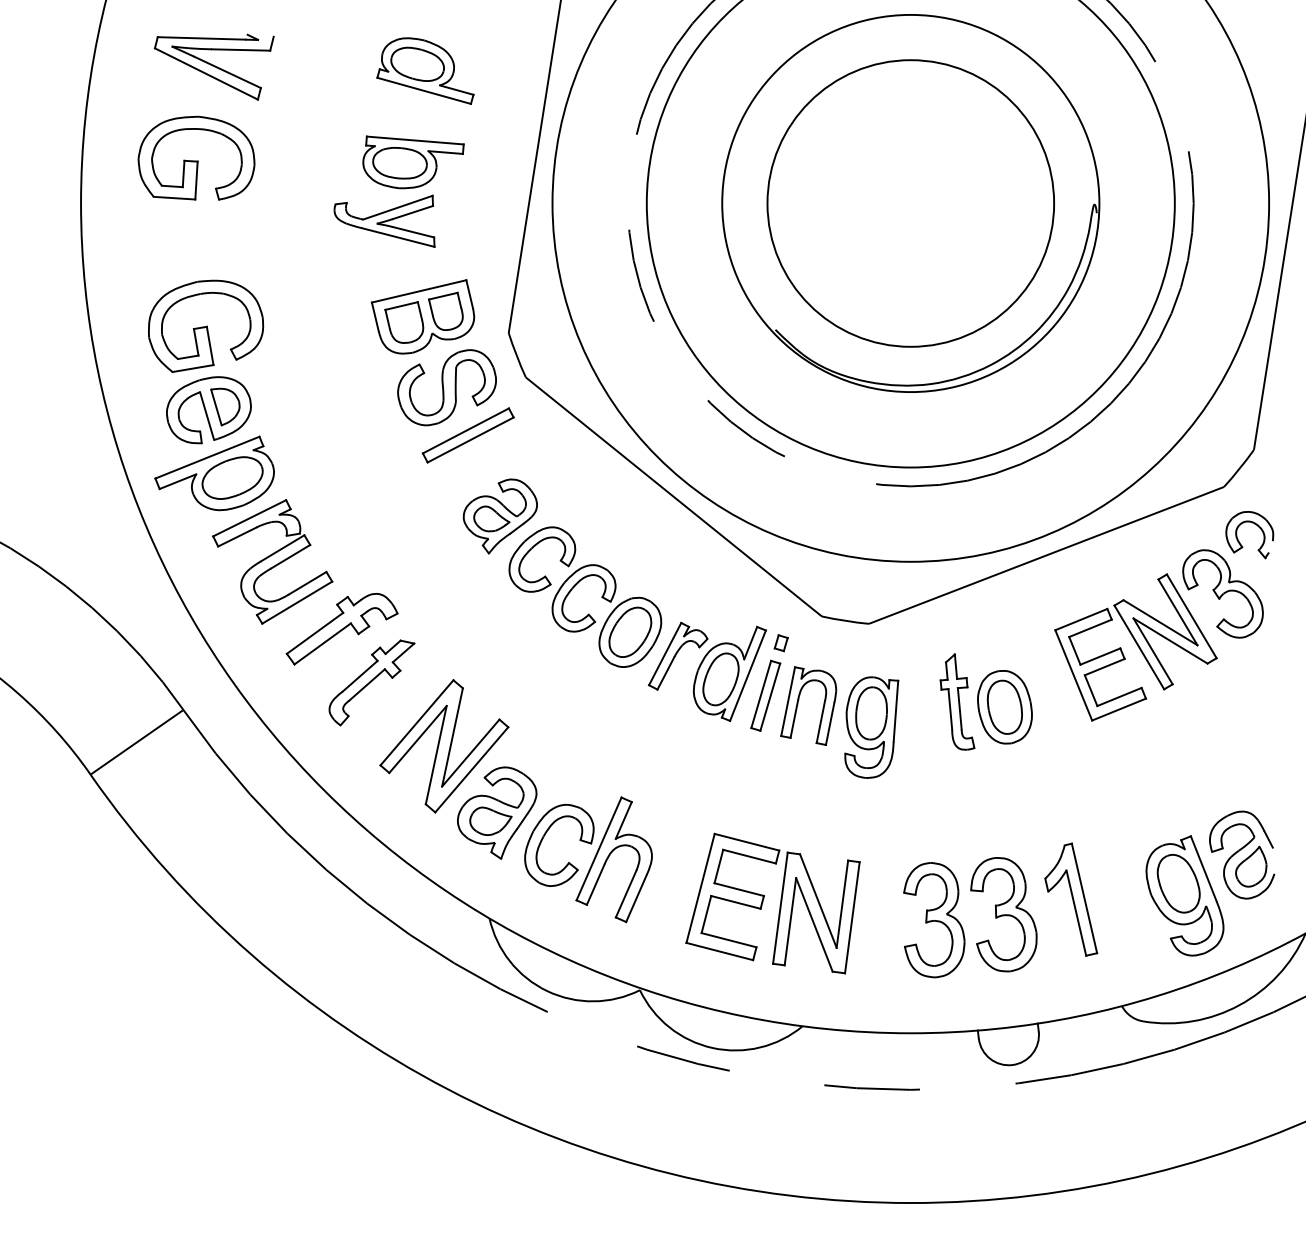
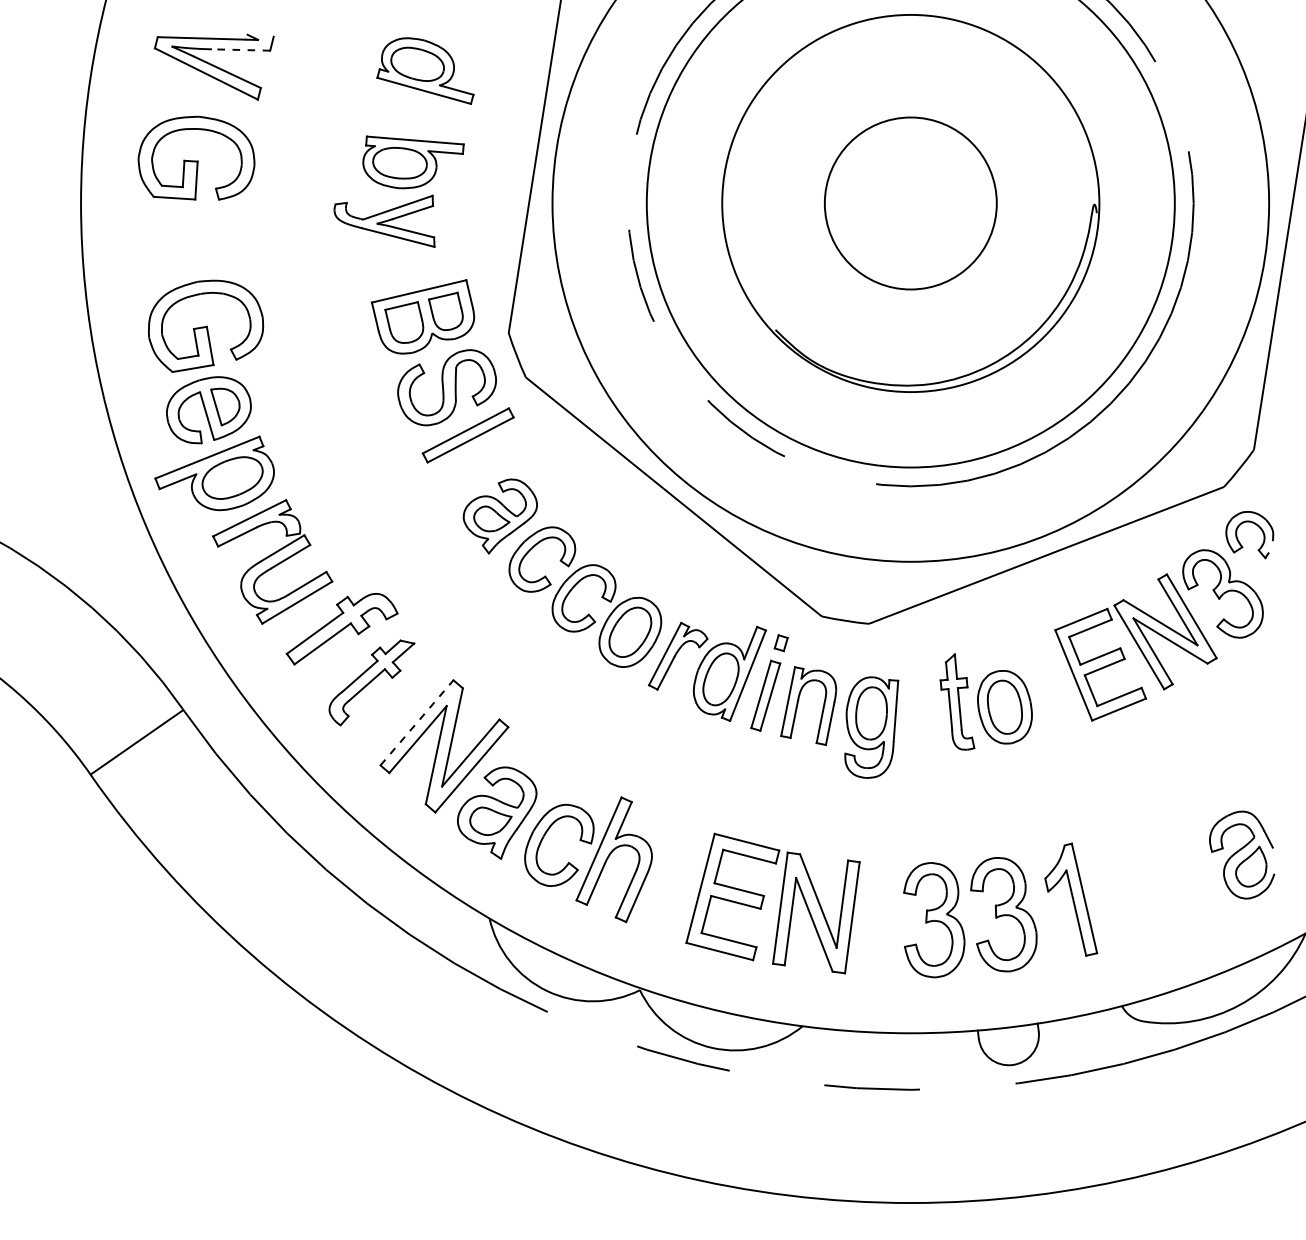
line at (240, 49): solid -> dashed
circle at (910, 203) diameter: 287 px -> 172 px
line at (417, 722): solid -> dashed
part at (1184, 895): present -> none
